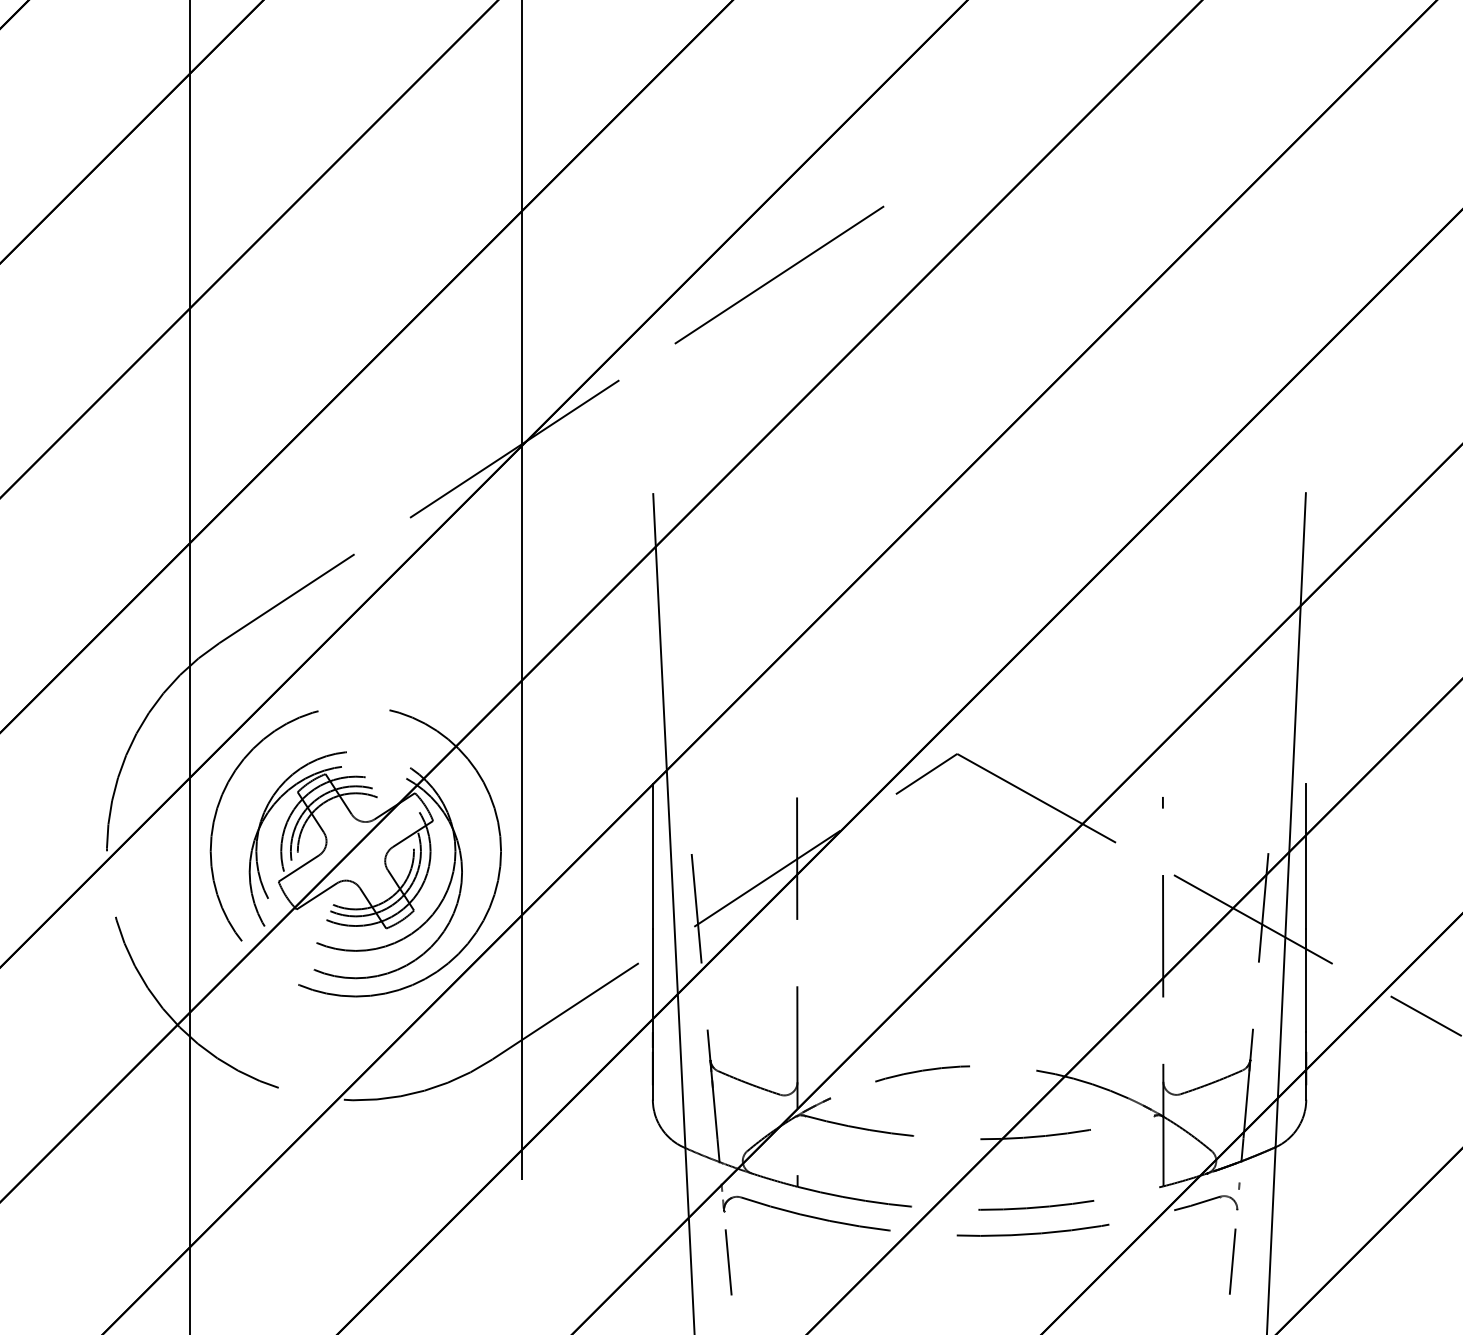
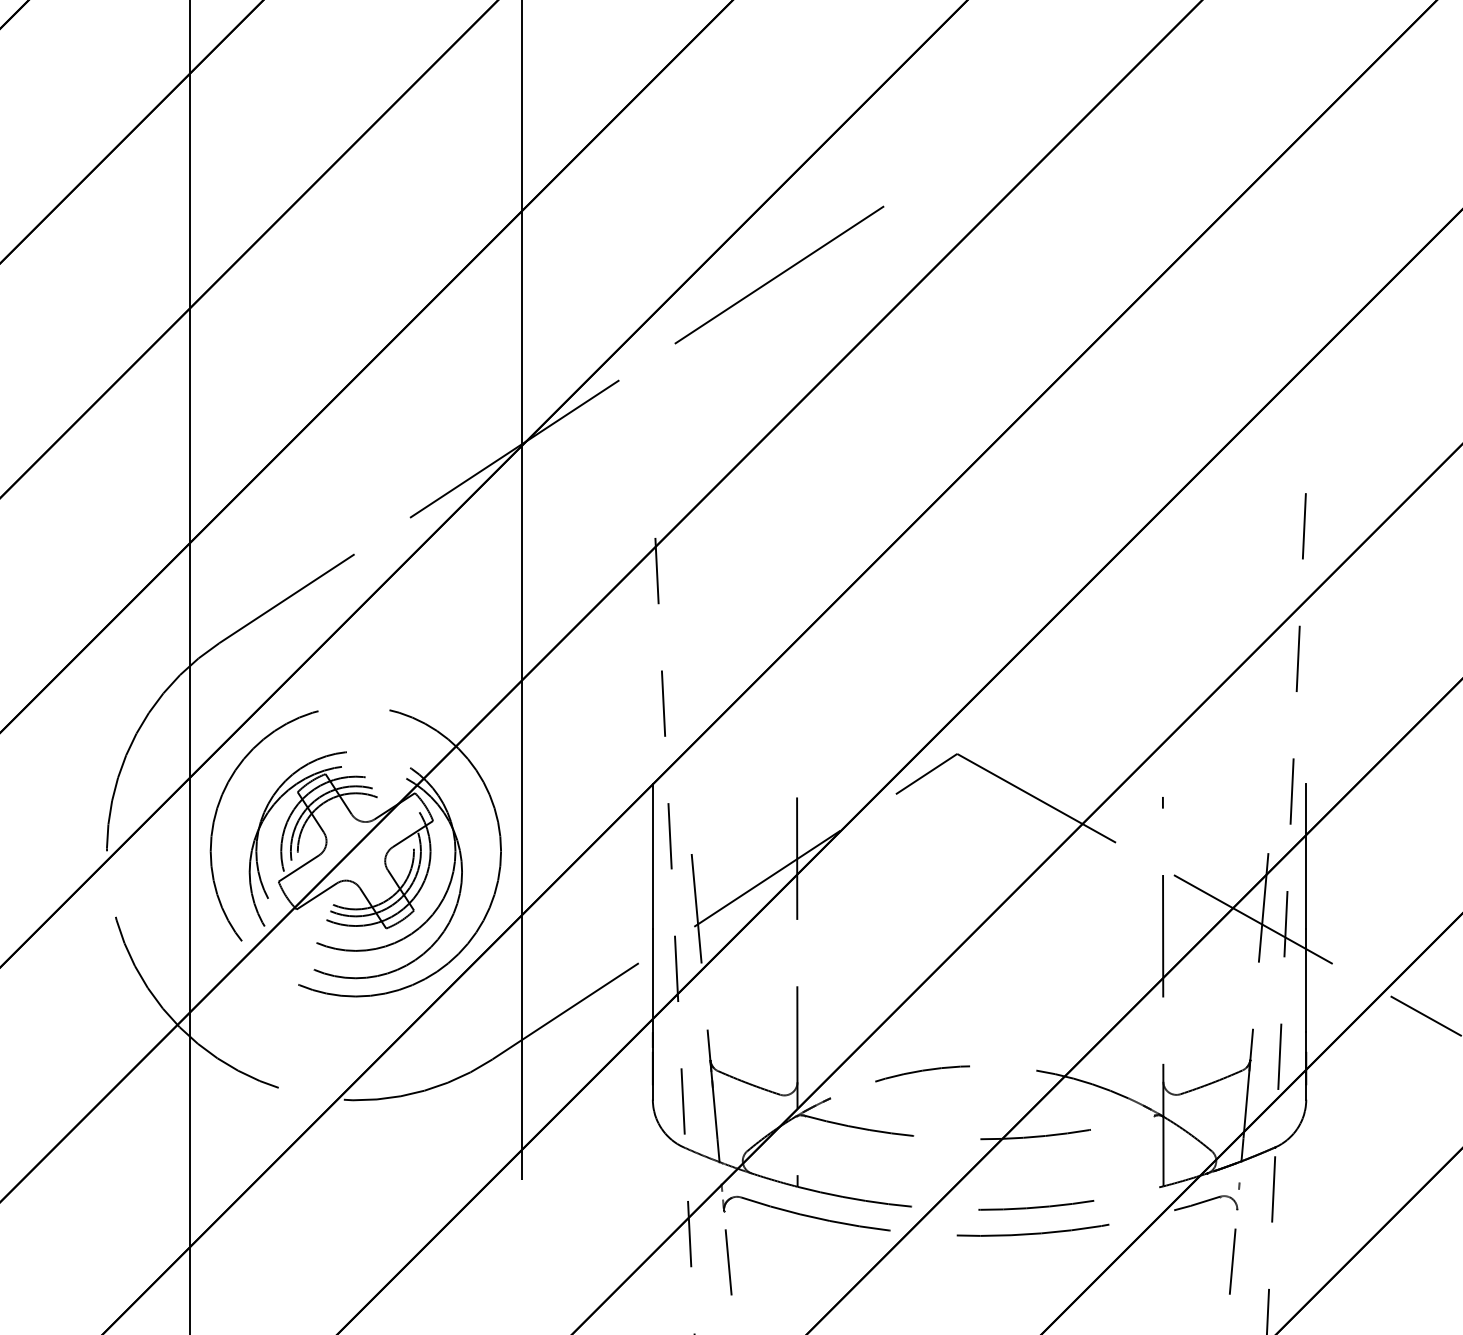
line at (673, 914): solid -> dashed
line at (1286, 914): solid -> dashed
